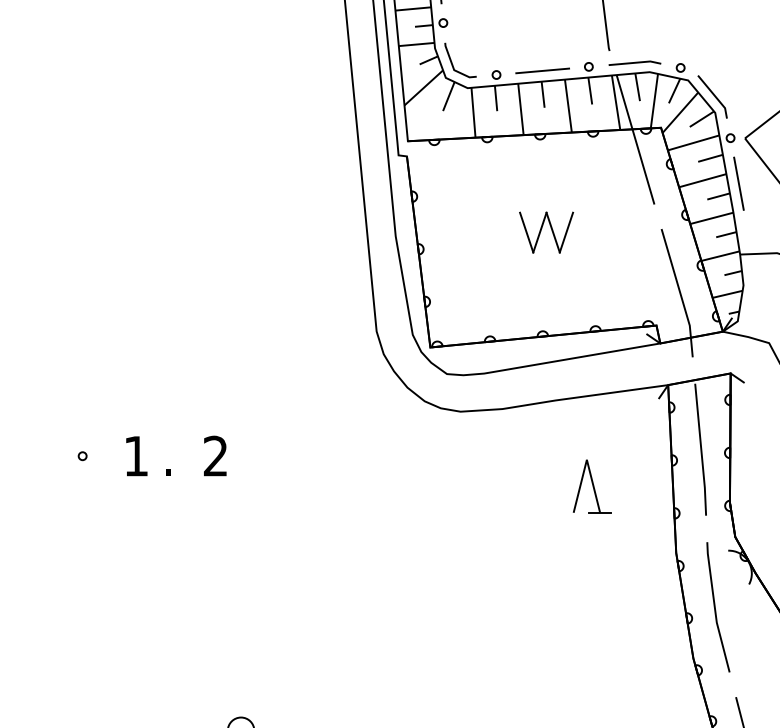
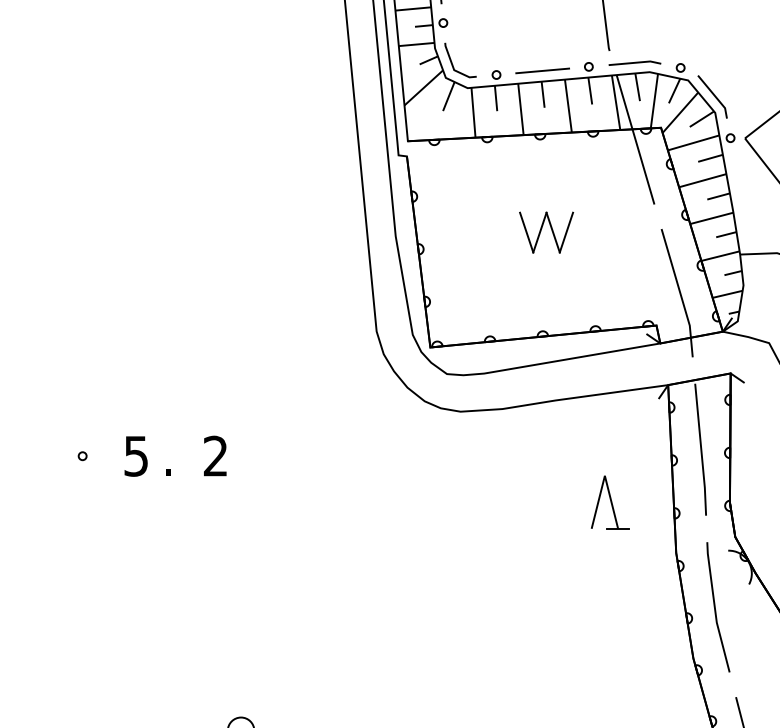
line at (738, 183): present -> none
text at (135, 456): 1 -> 5
part at (591, 486) position: (591, 486) -> (609, 502)
